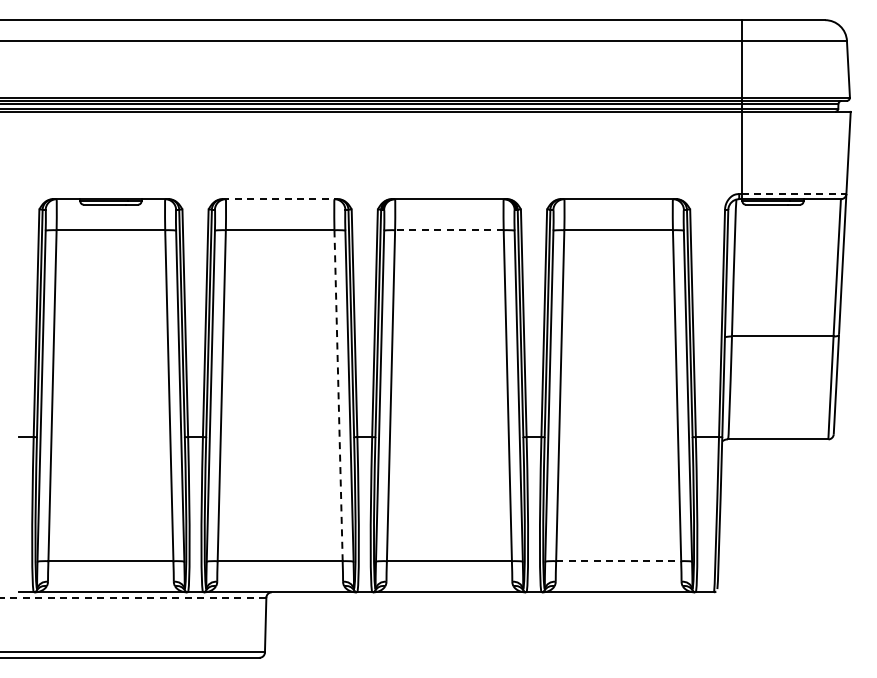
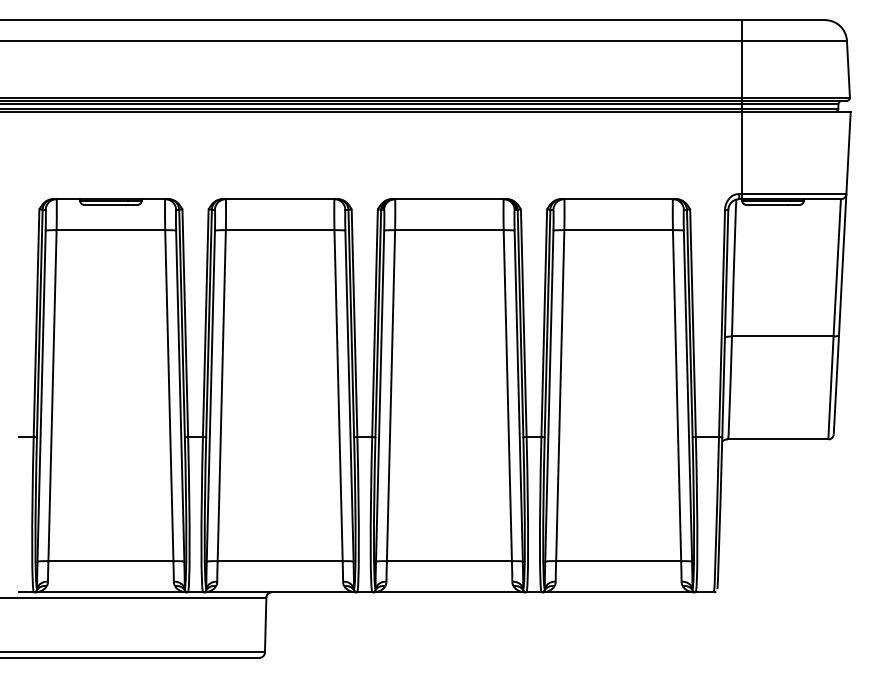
line at (794, 194): dashed -> solid
line at (280, 199): dashed -> solid
line at (448, 230): dashed -> solid
line at (338, 395): dashed -> solid
line at (618, 561): dashed -> solid
line at (133, 597): dashed -> solid
